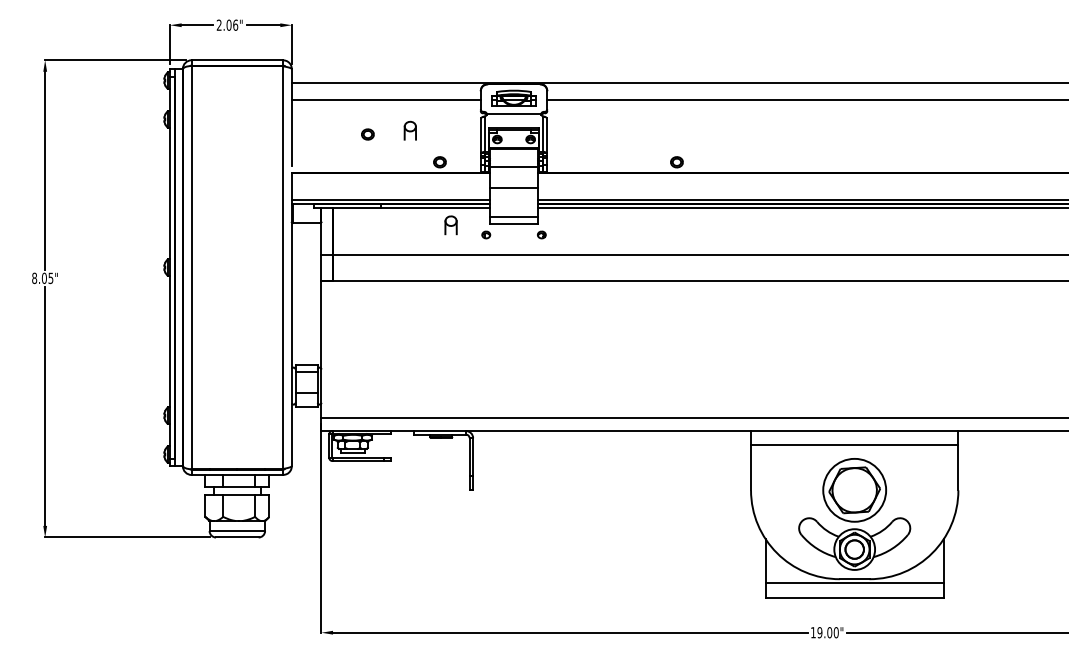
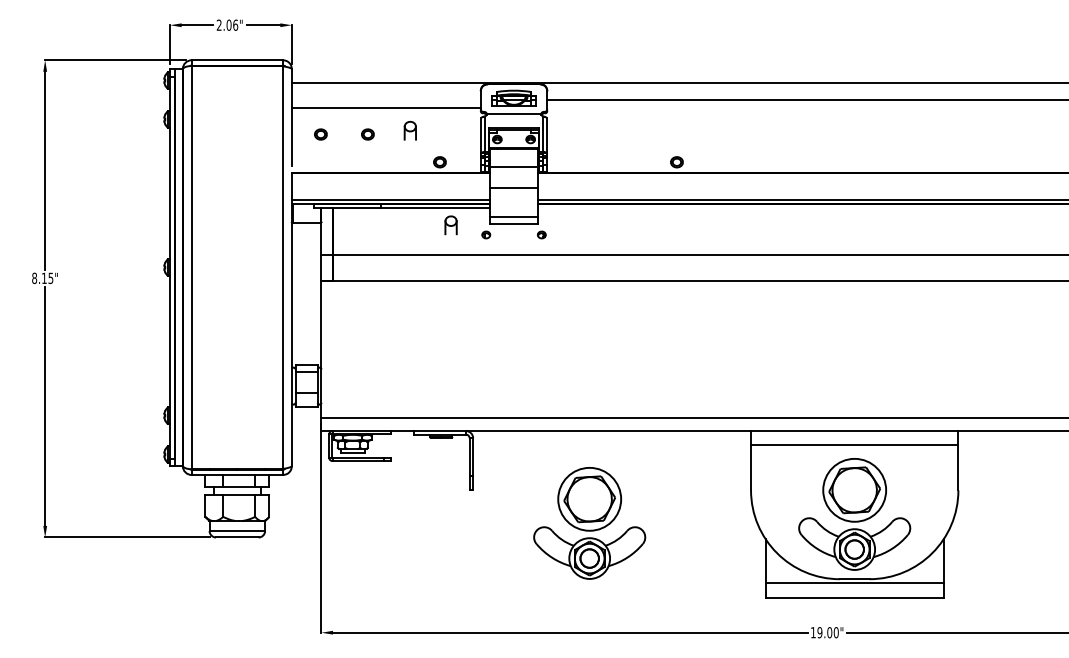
line at (385, 99) position: (385, 99) -> (385, 107)
part at (320, 134): none -> present
line at (801, 208): present -> none
text at (43, 278): 8.05" -> 8.15"
part at (589, 523): none -> present
